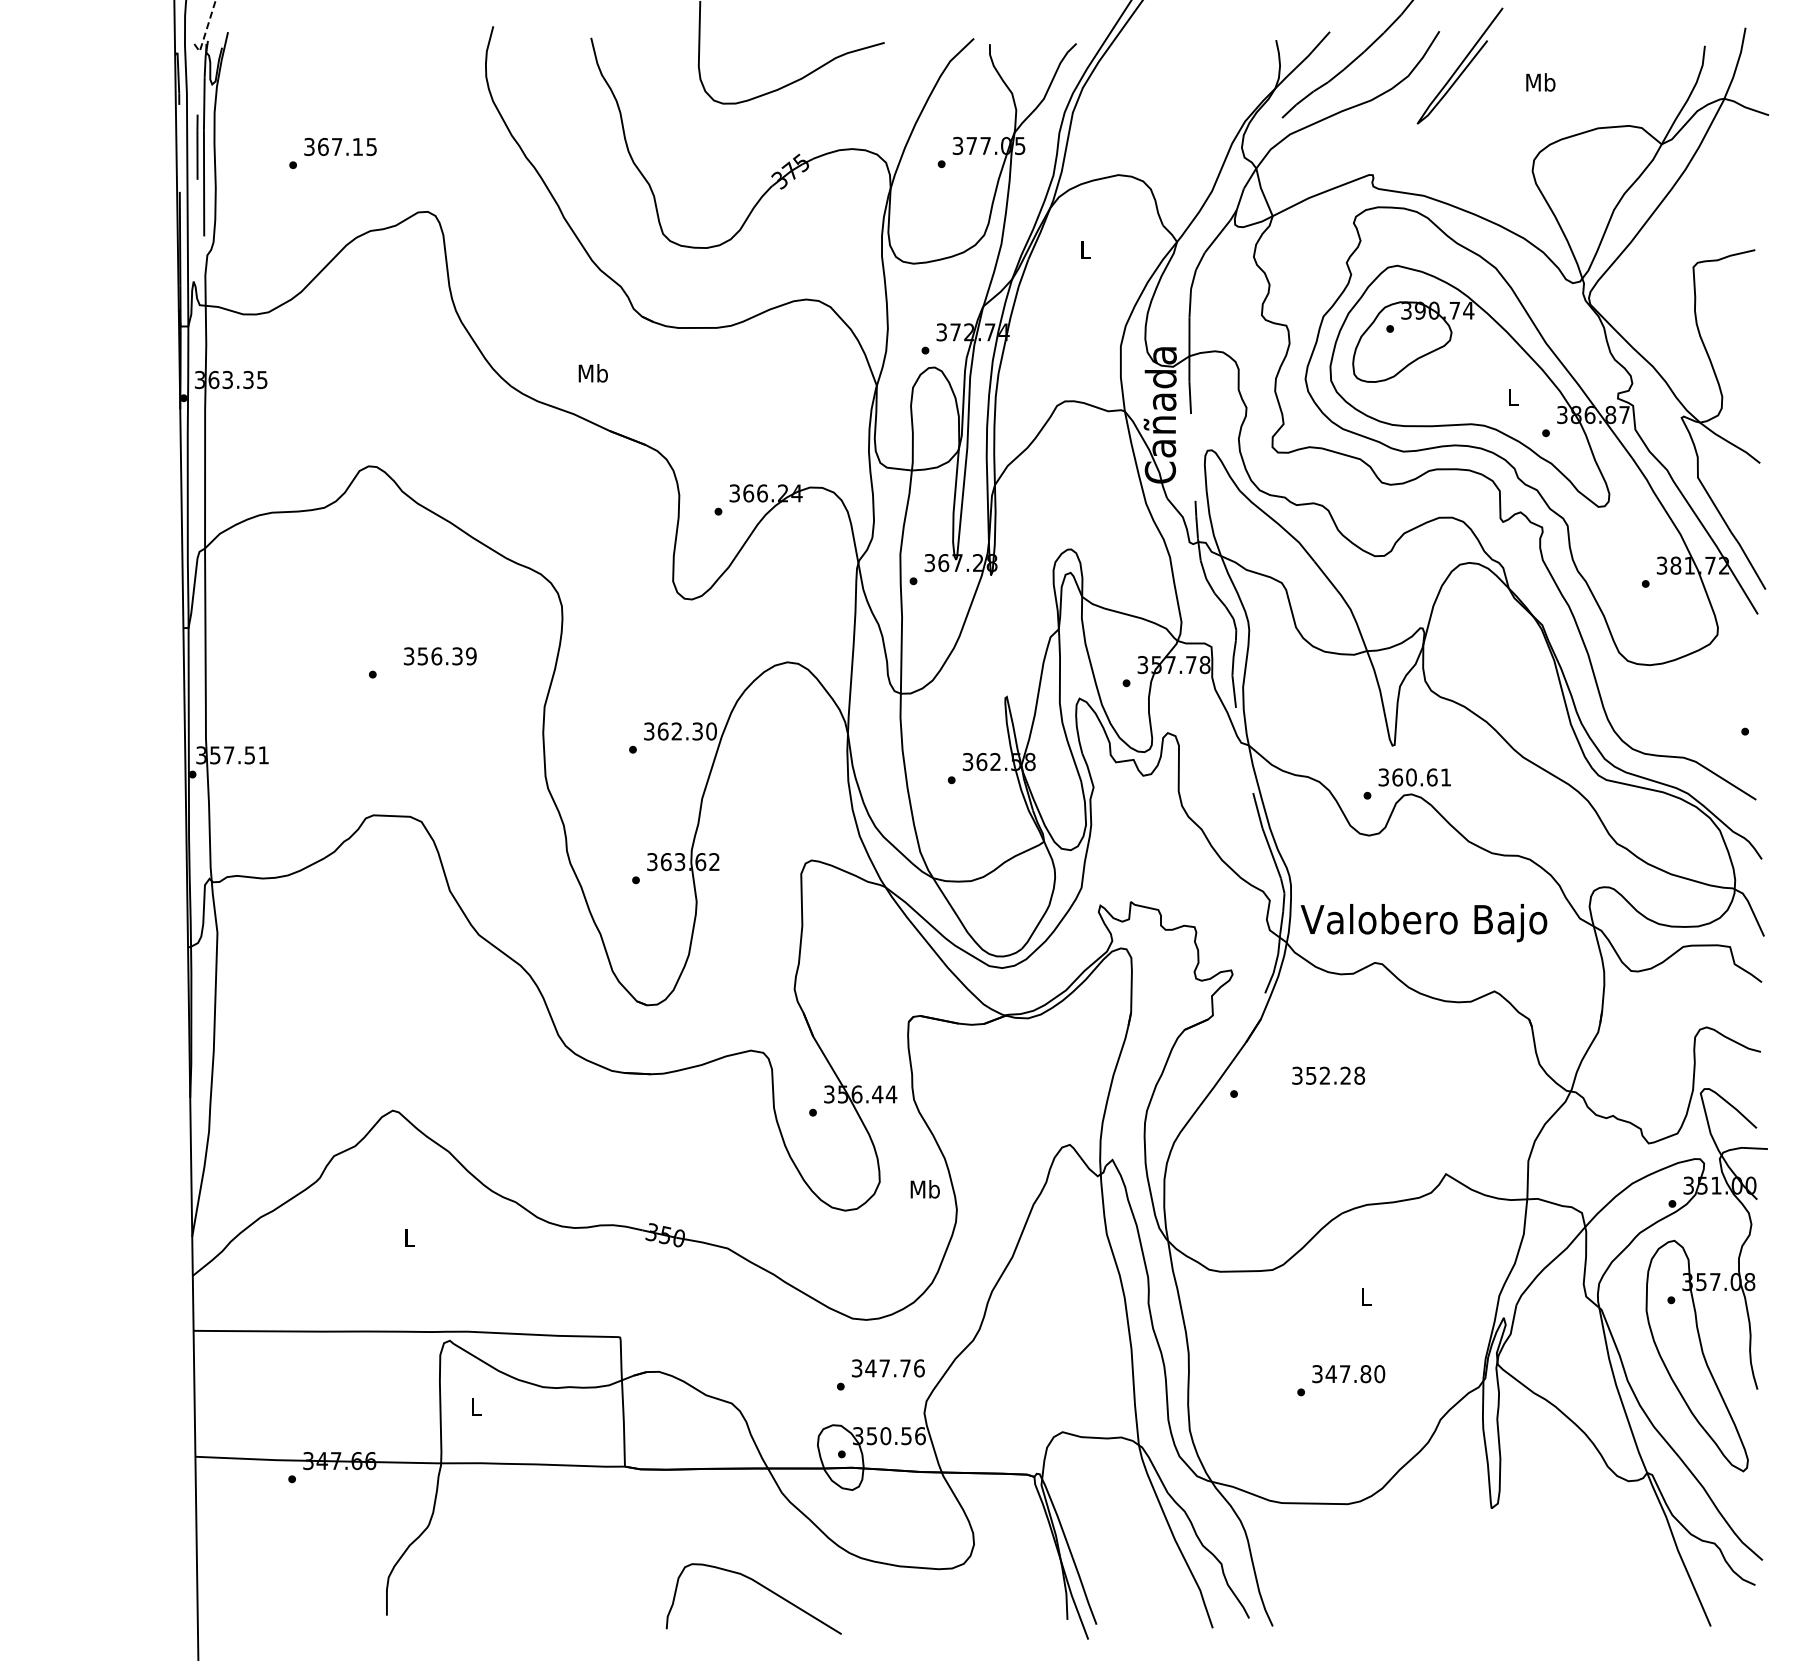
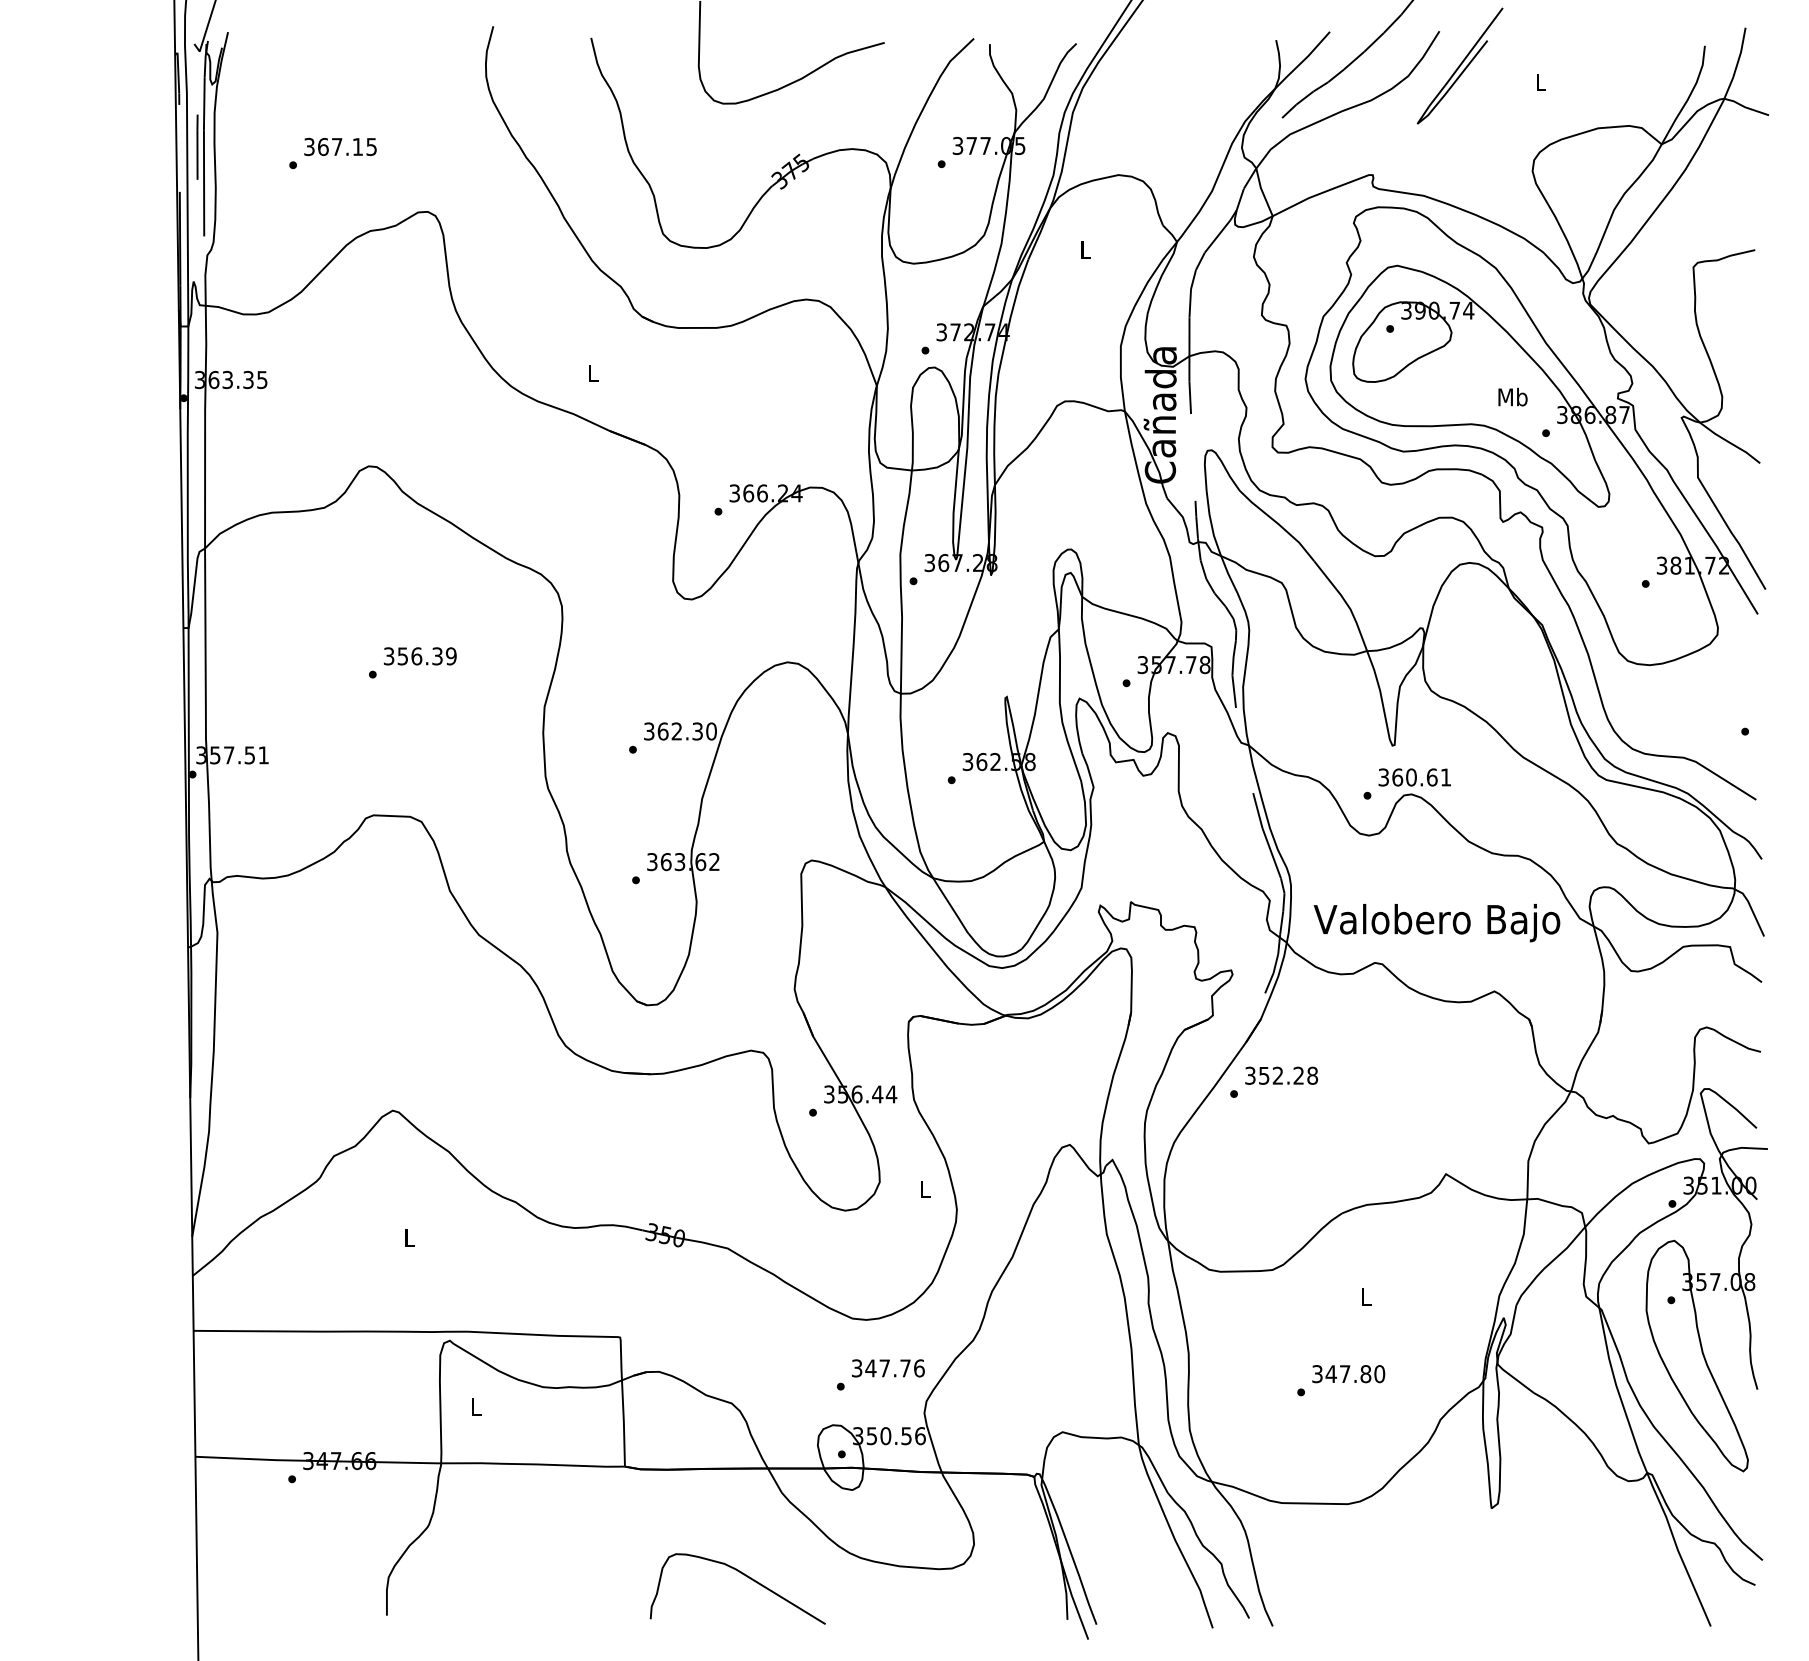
line at (206, 30): dashed -> solid
text at (1540, 82): Mb -> L
text at (592, 373): Mb -> L
text at (1512, 396): L -> Mb
text at (440, 656) position: (440, 656) -> (420, 656)
text at (1423, 923) position: (1423, 923) -> (1436, 923)
text at (1328, 1075) position: (1328, 1075) -> (1281, 1075)
text at (924, 1189): Mb -> L
curve at (759, 1585) position: (759, 1585) -> (743, 1575)
